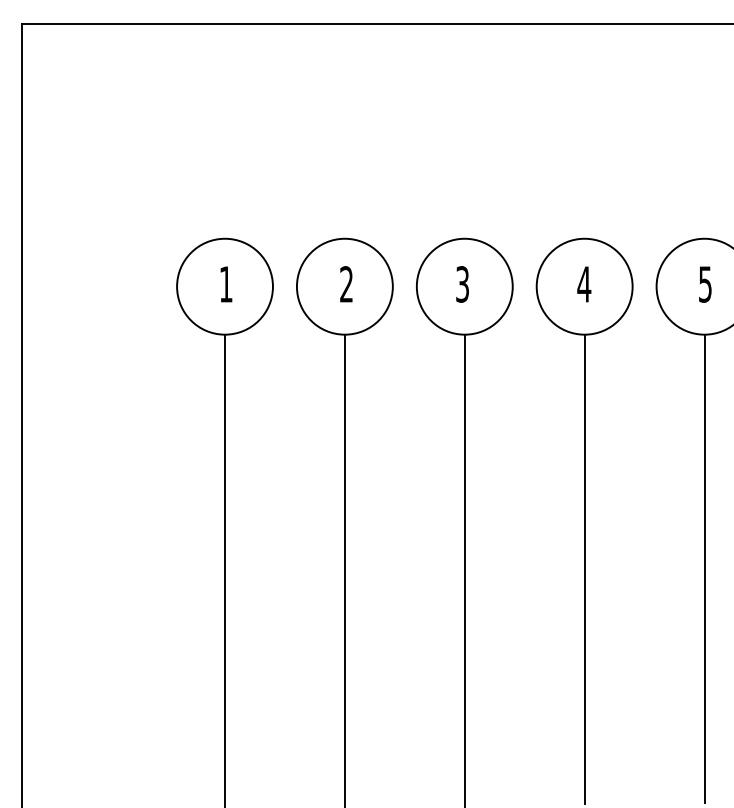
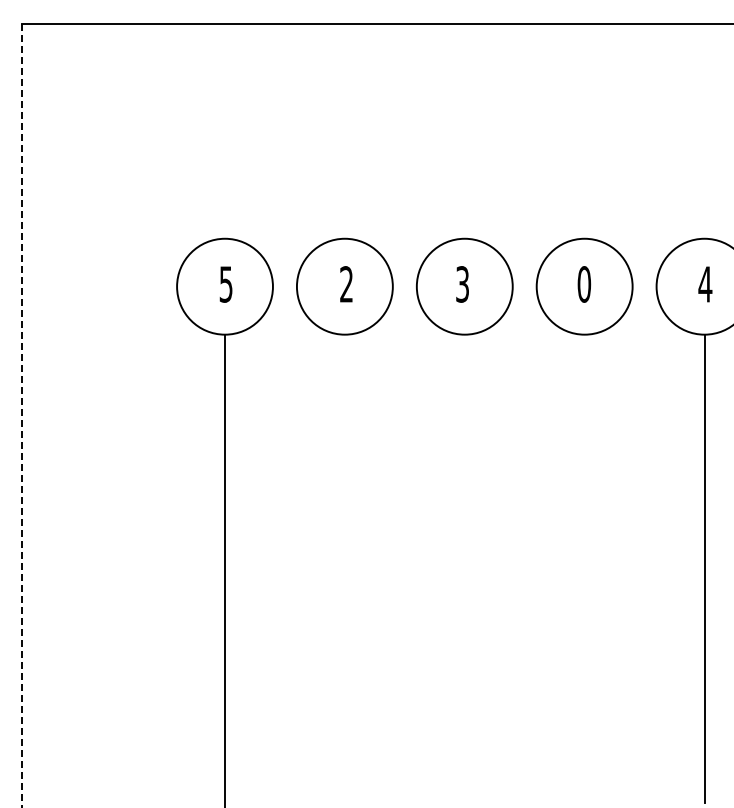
text at (225, 284): 1 -> 5
text at (584, 284): 4 -> 0
text at (705, 284): 5 -> 4
line at (22, 416): solid -> dashed
line at (584, 568): present -> none
line at (344, 569): present -> none
line at (464, 569): present -> none
